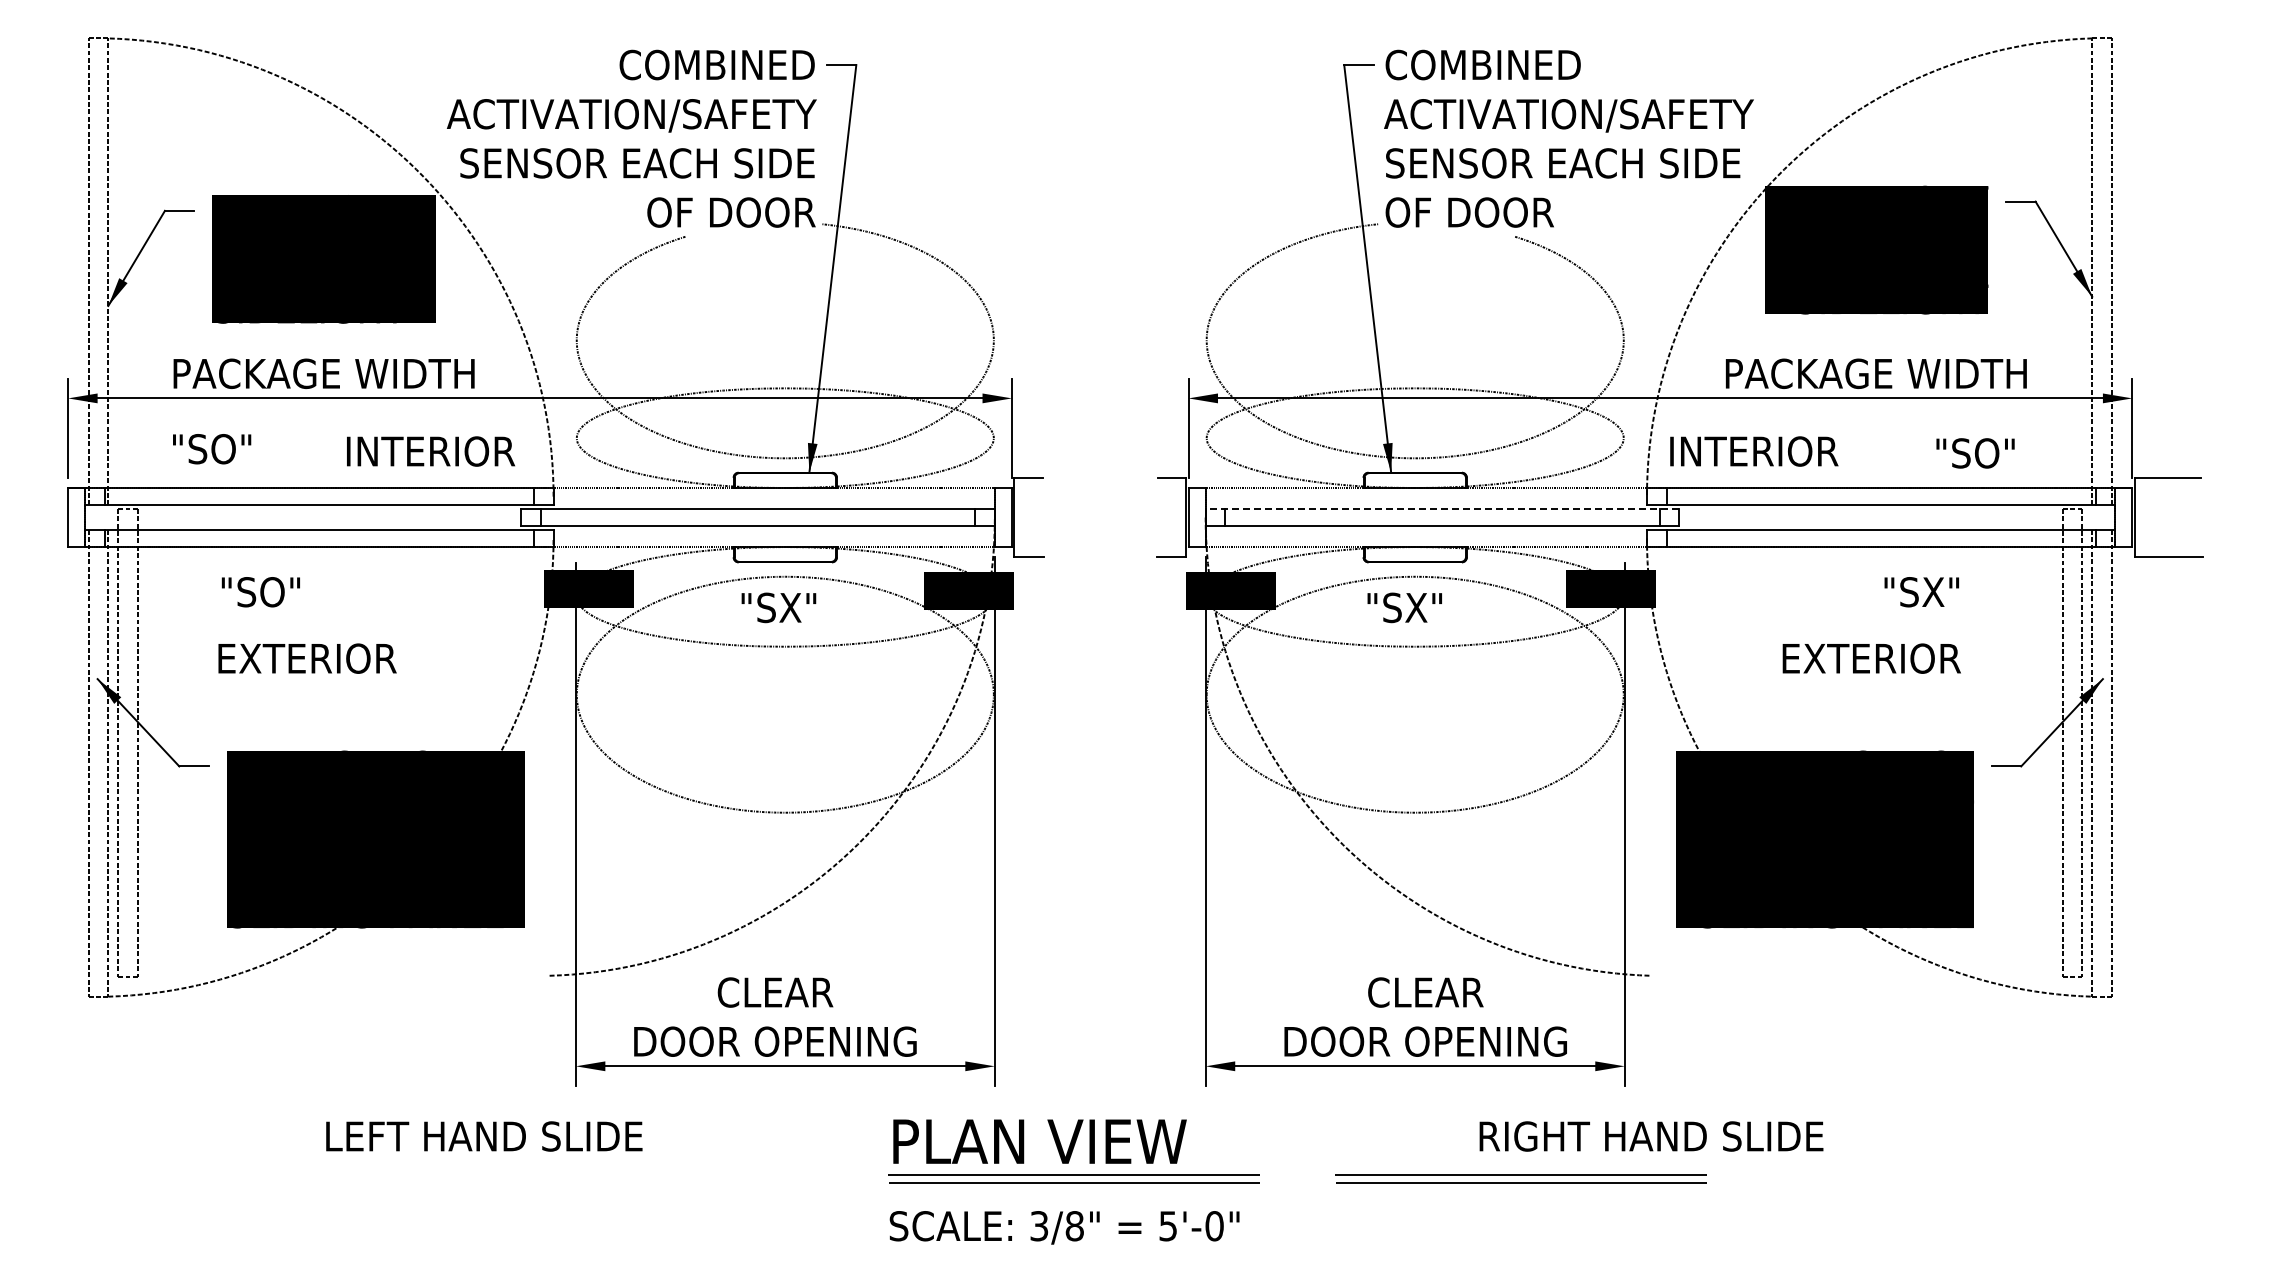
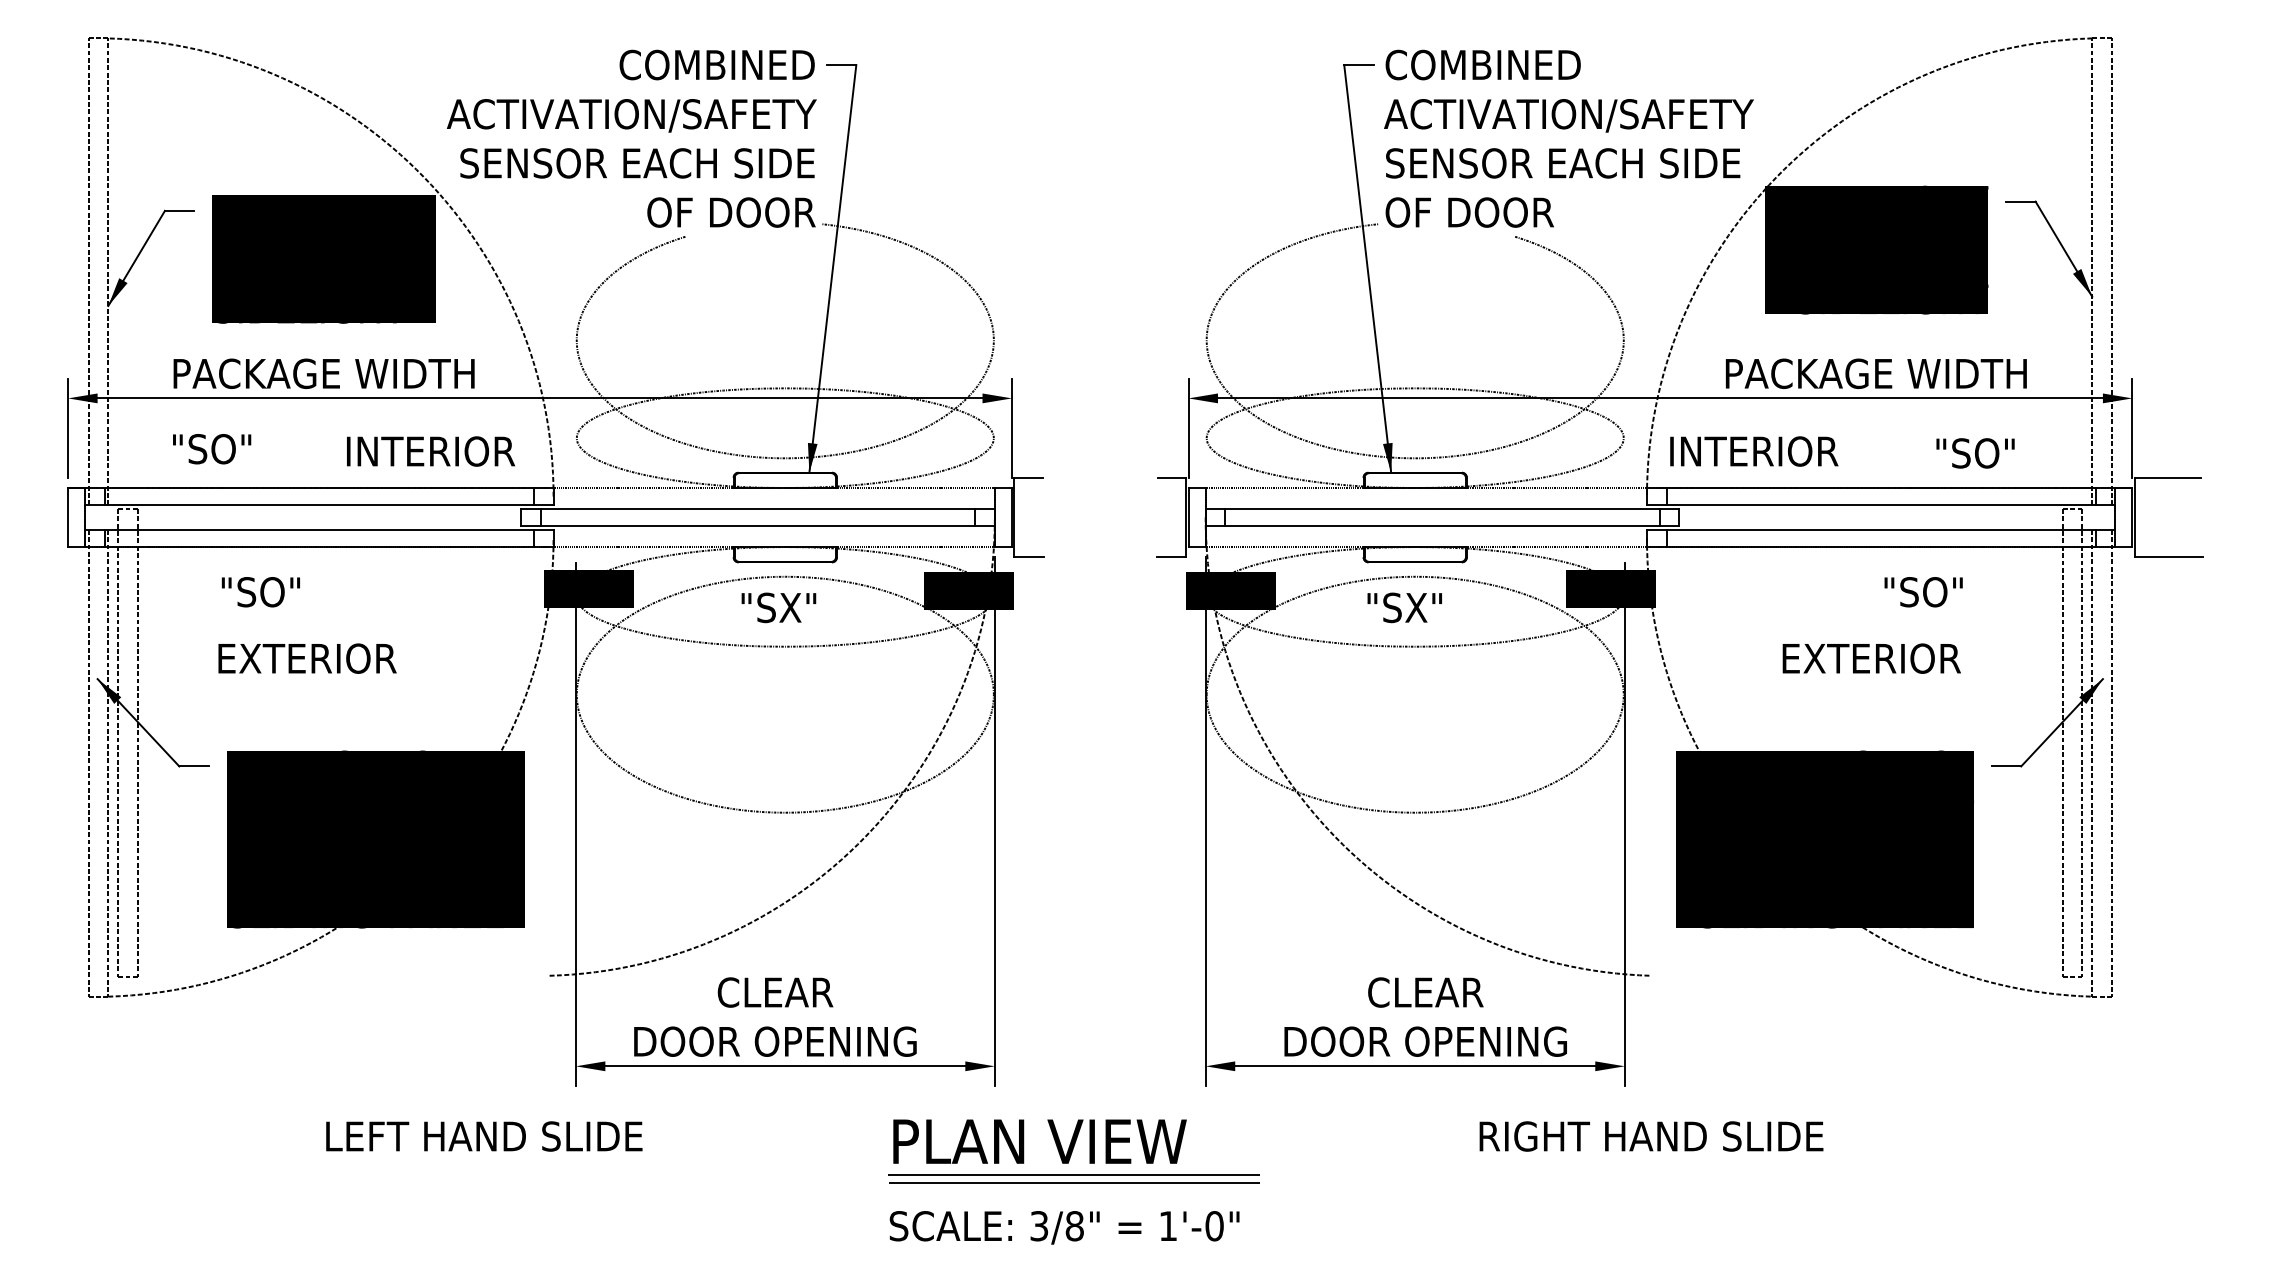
line at (1442, 508): dashed -> solid
text at (1942, 592): "SX" -> "SO"
part at (1520, 1178): present -> none
text at (1167, 1226): 5'-0" -> 1'-0"
